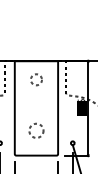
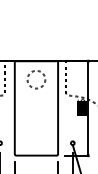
circle at (36, 79) size: 13x14 px -> 21x20 px
circle at (36, 130): present -> none
